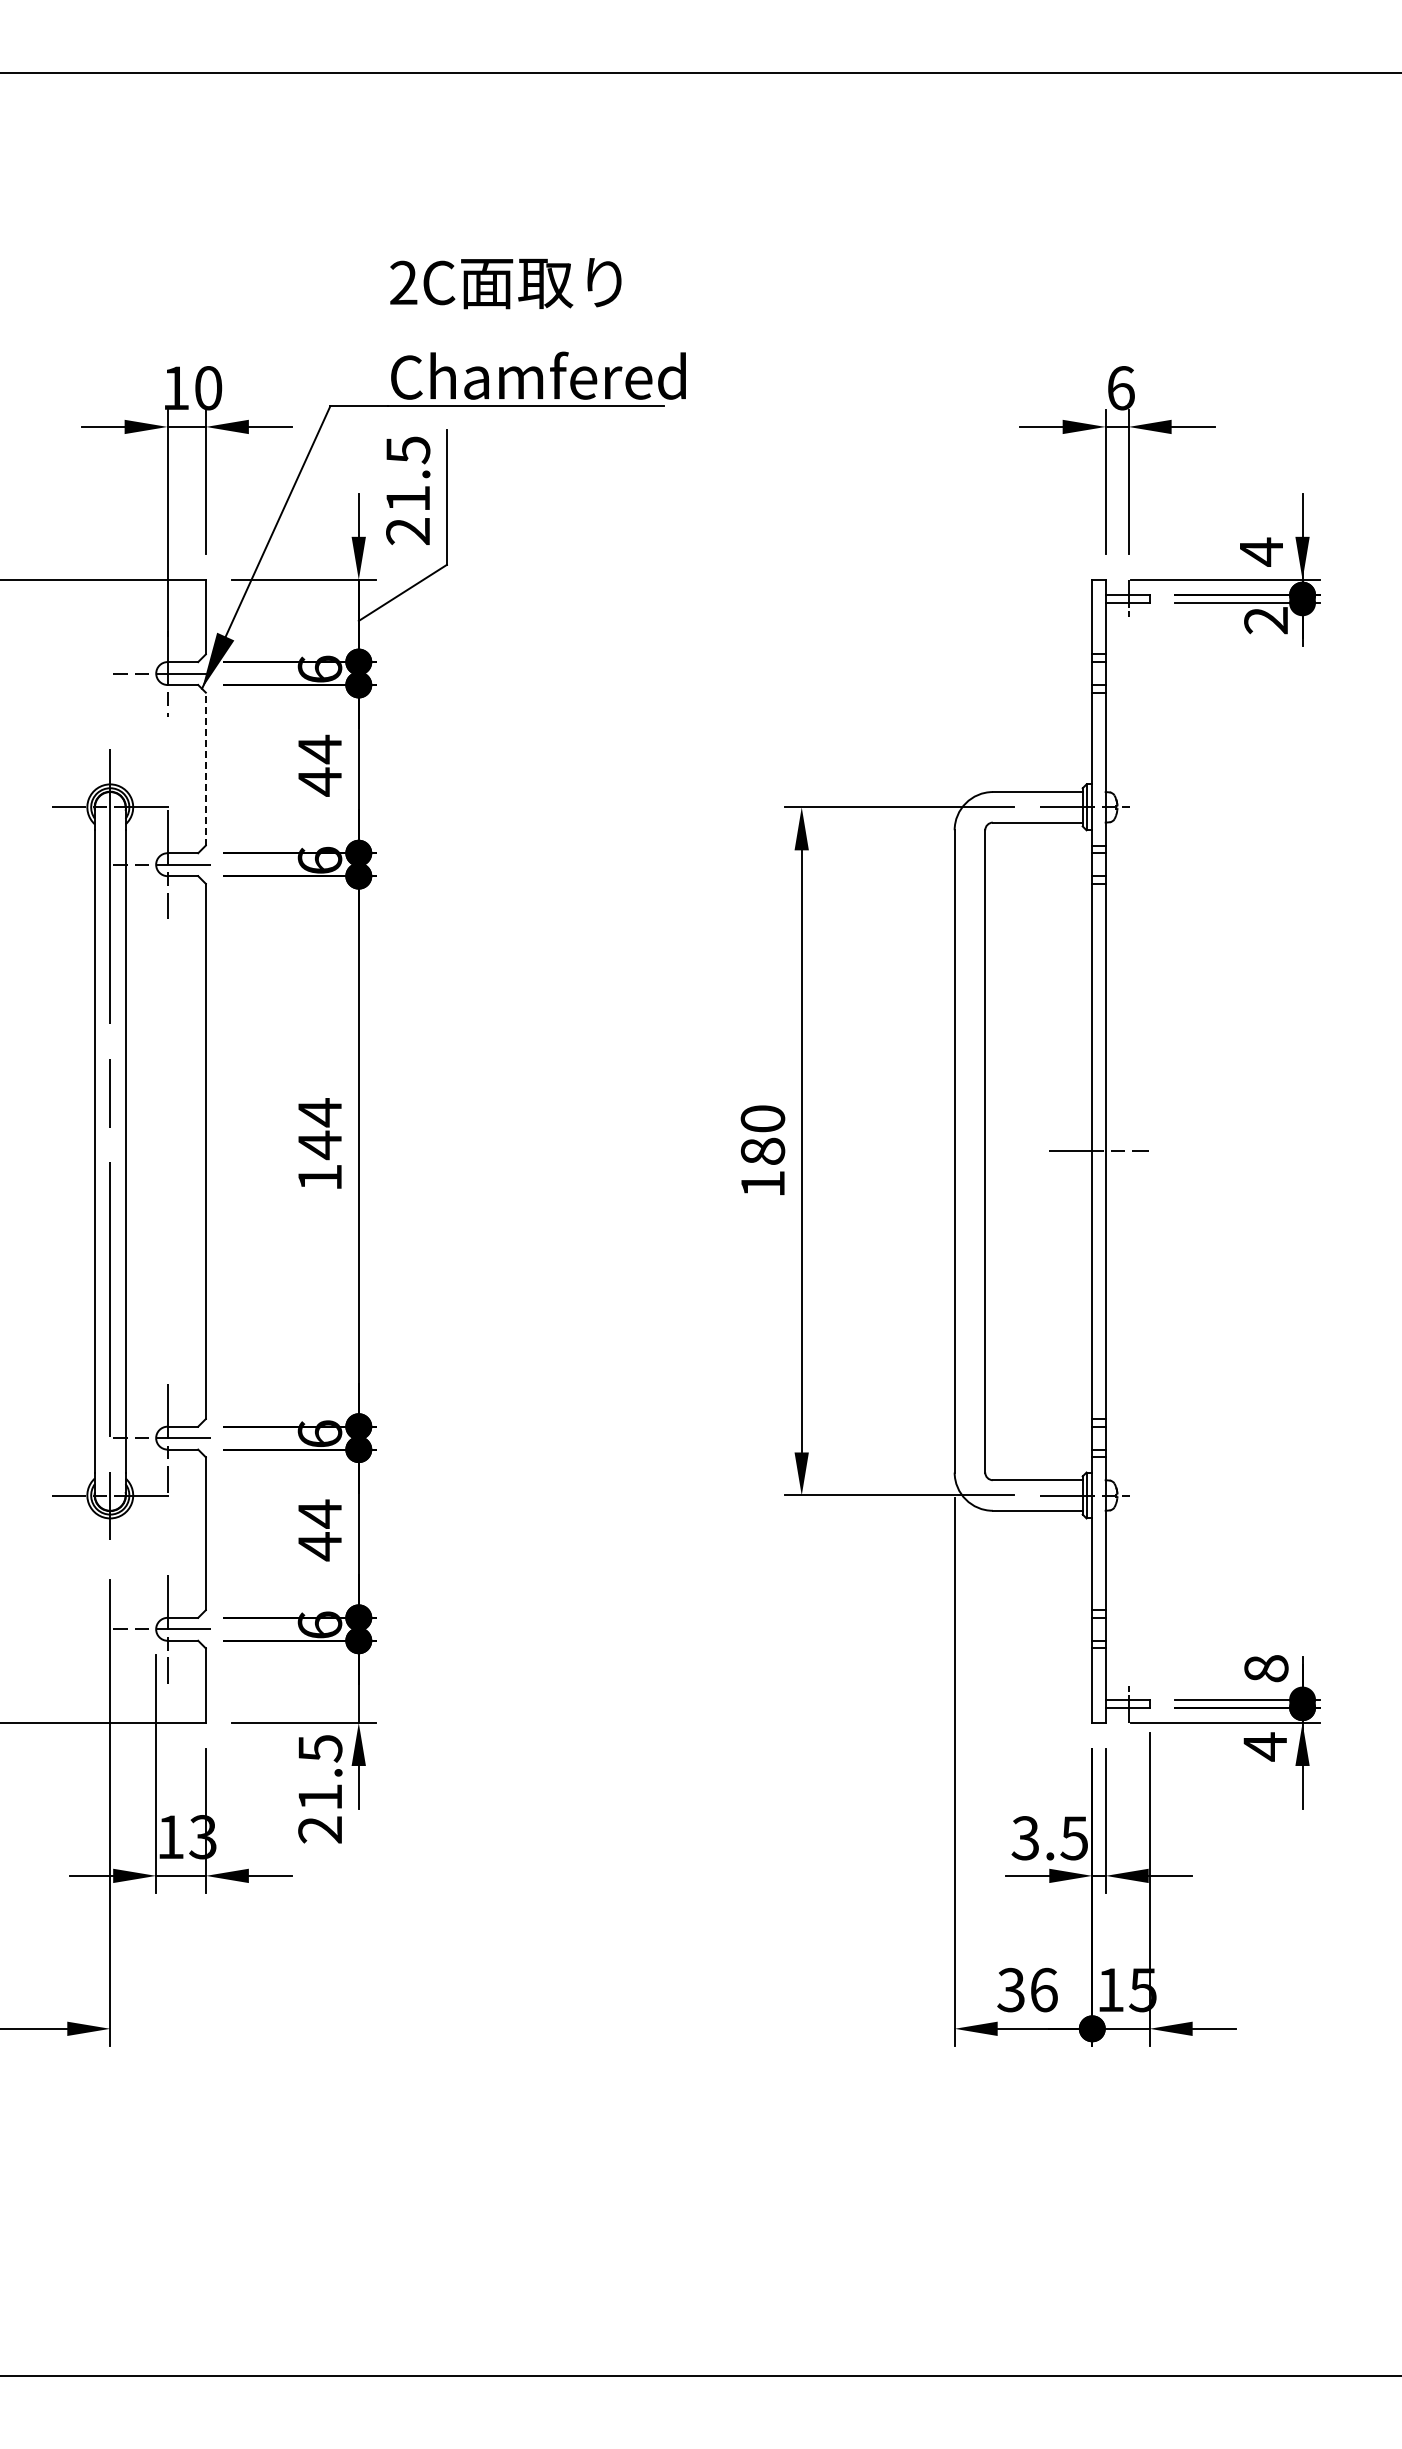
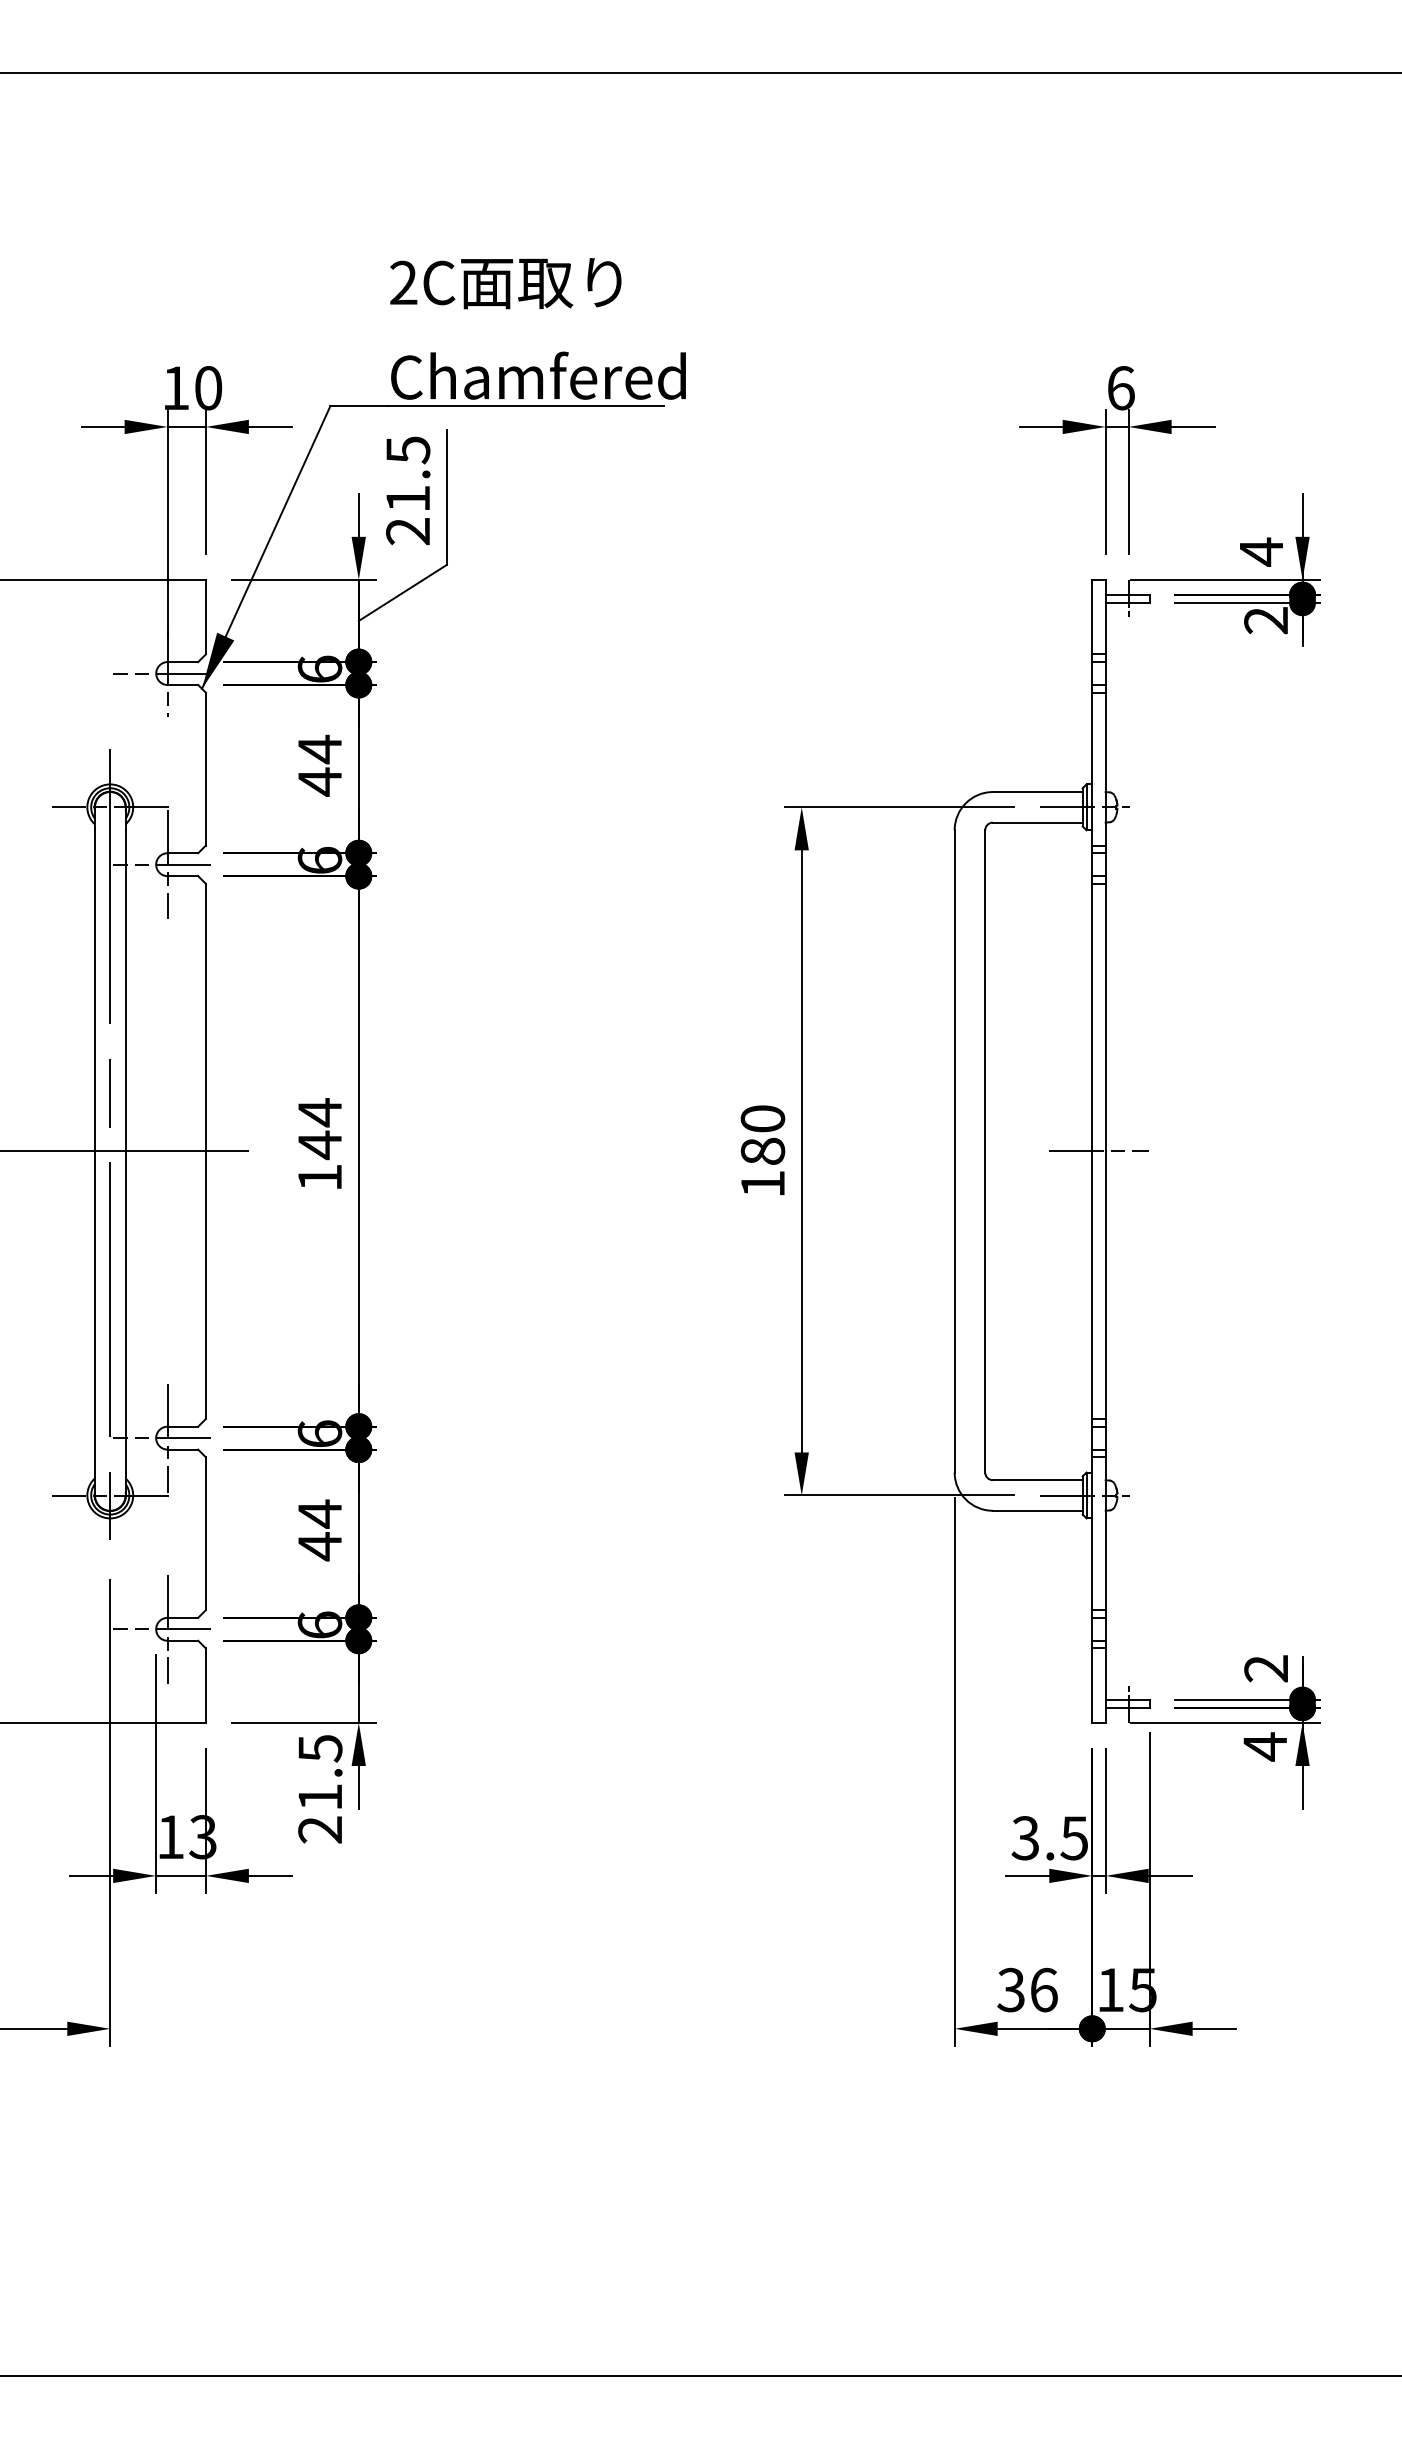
line at (205, 768): dashed -> solid
line at (125, 1151): none -> present
text at (1266, 1668): 8 -> 2
